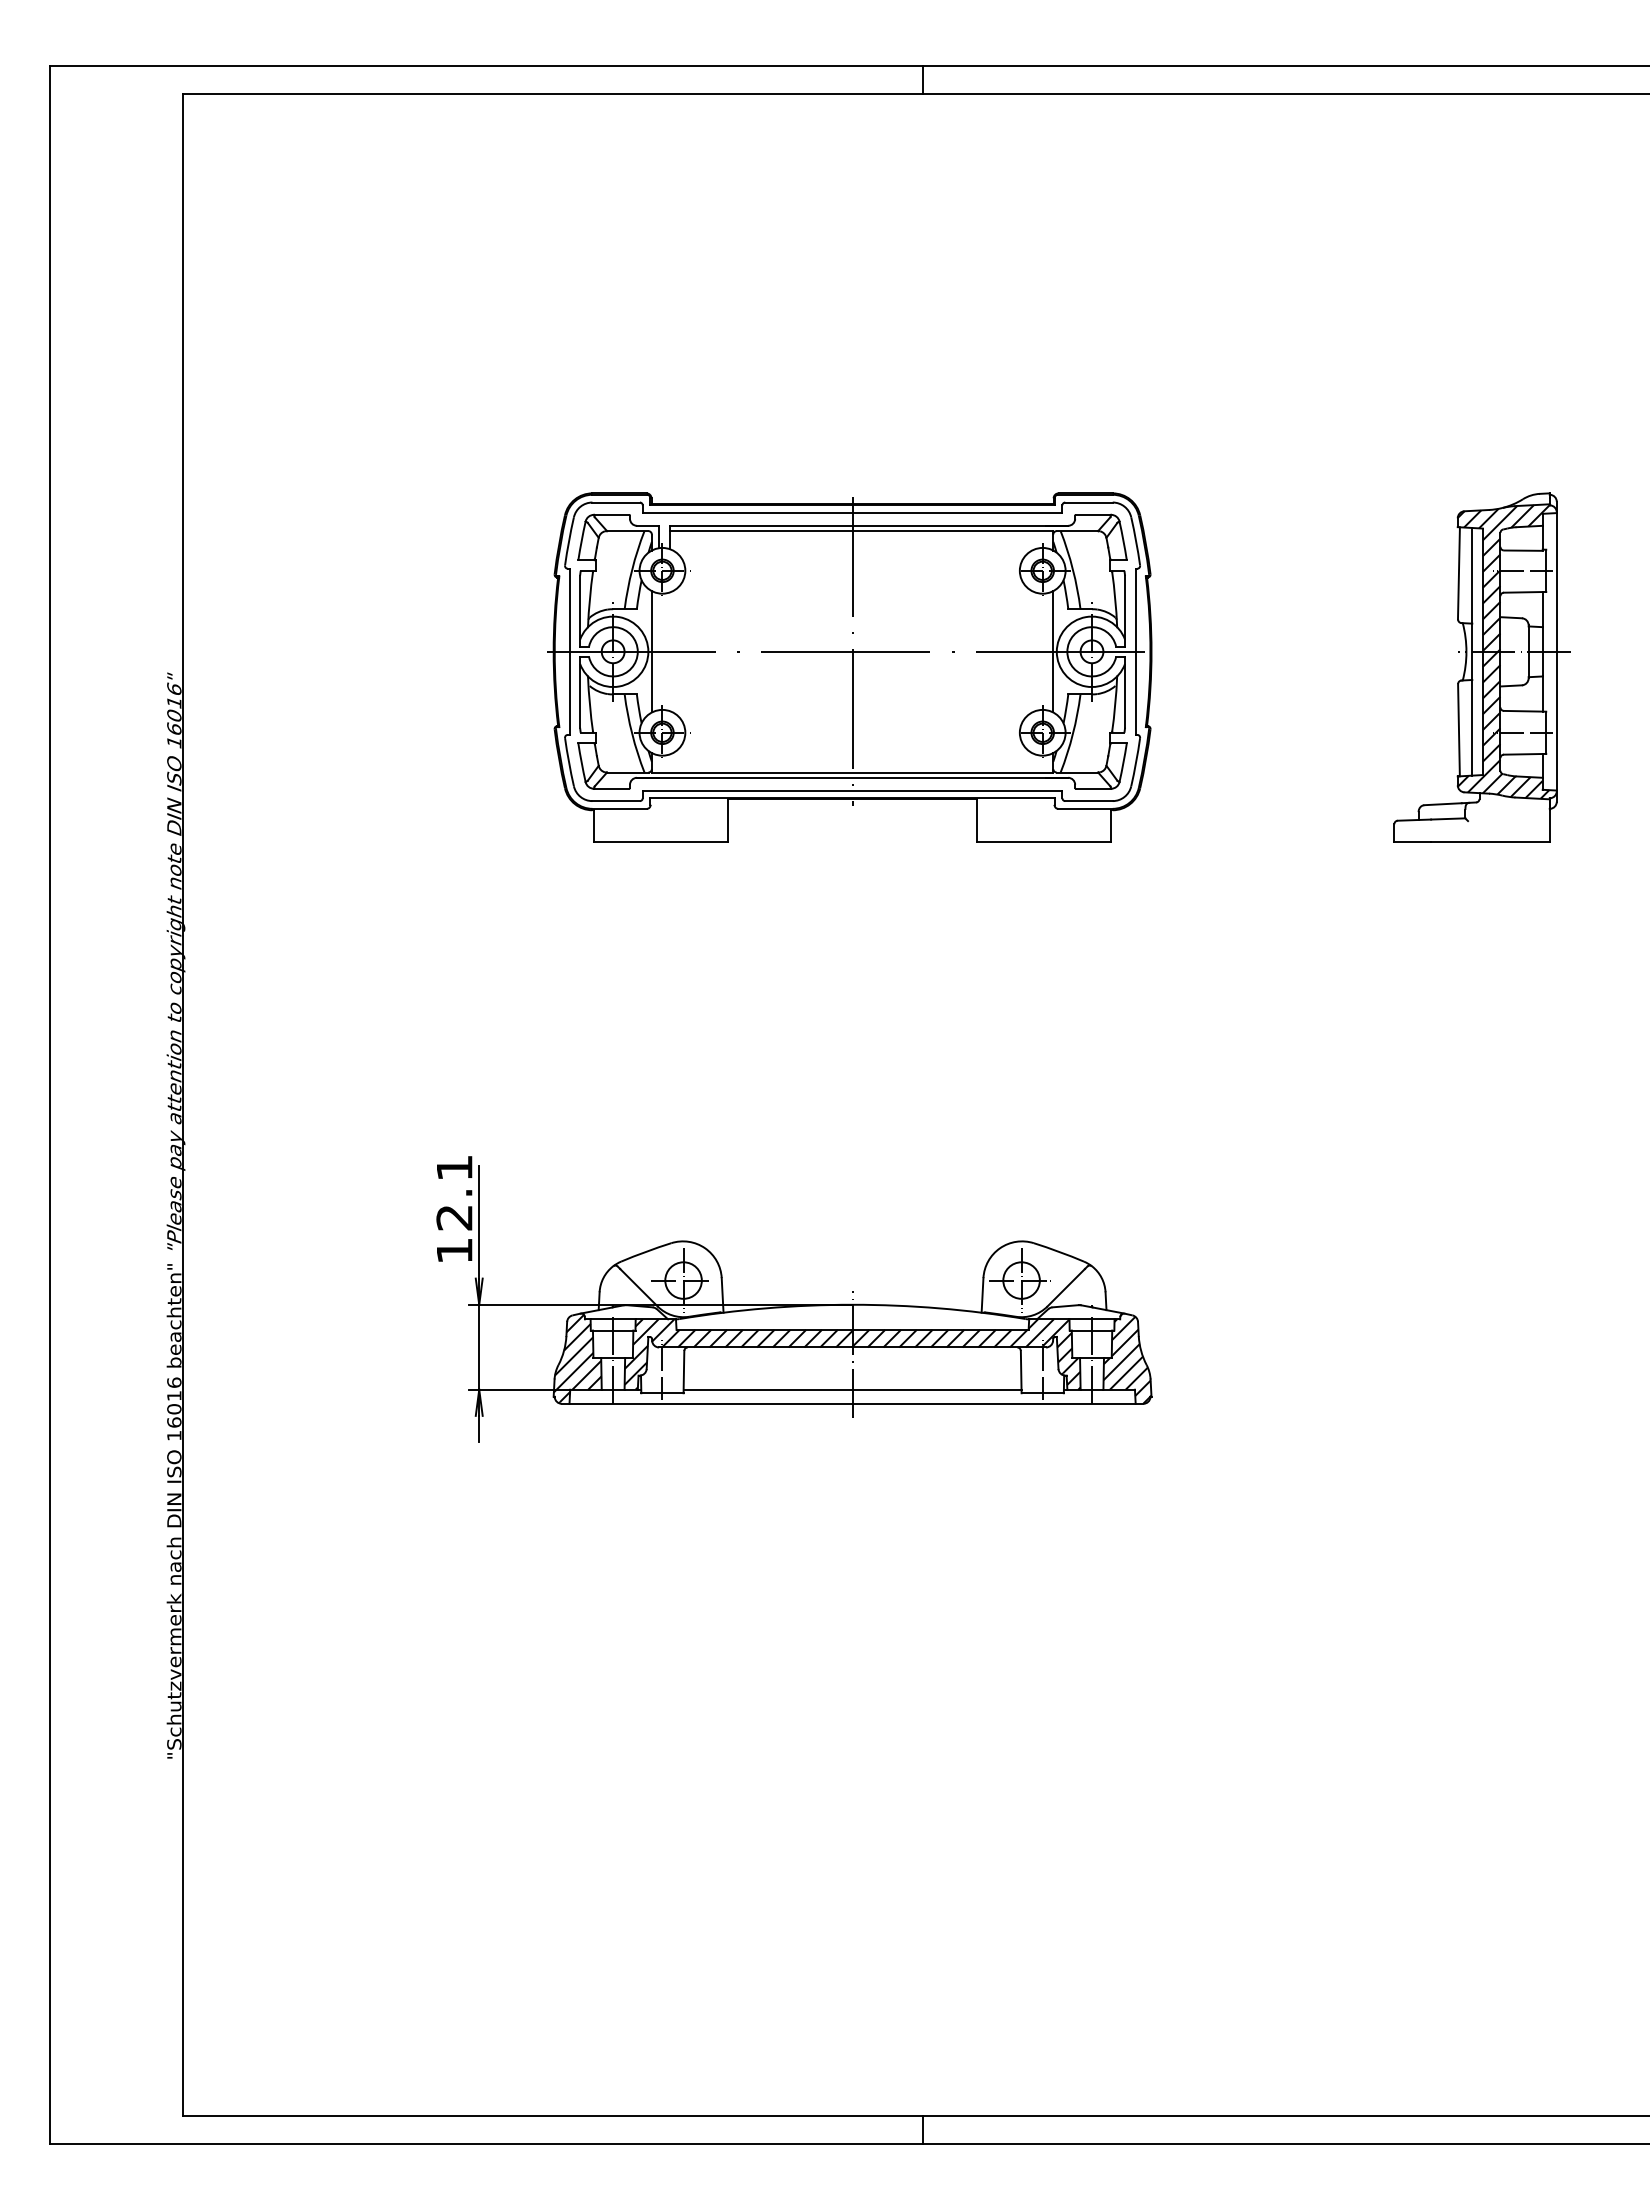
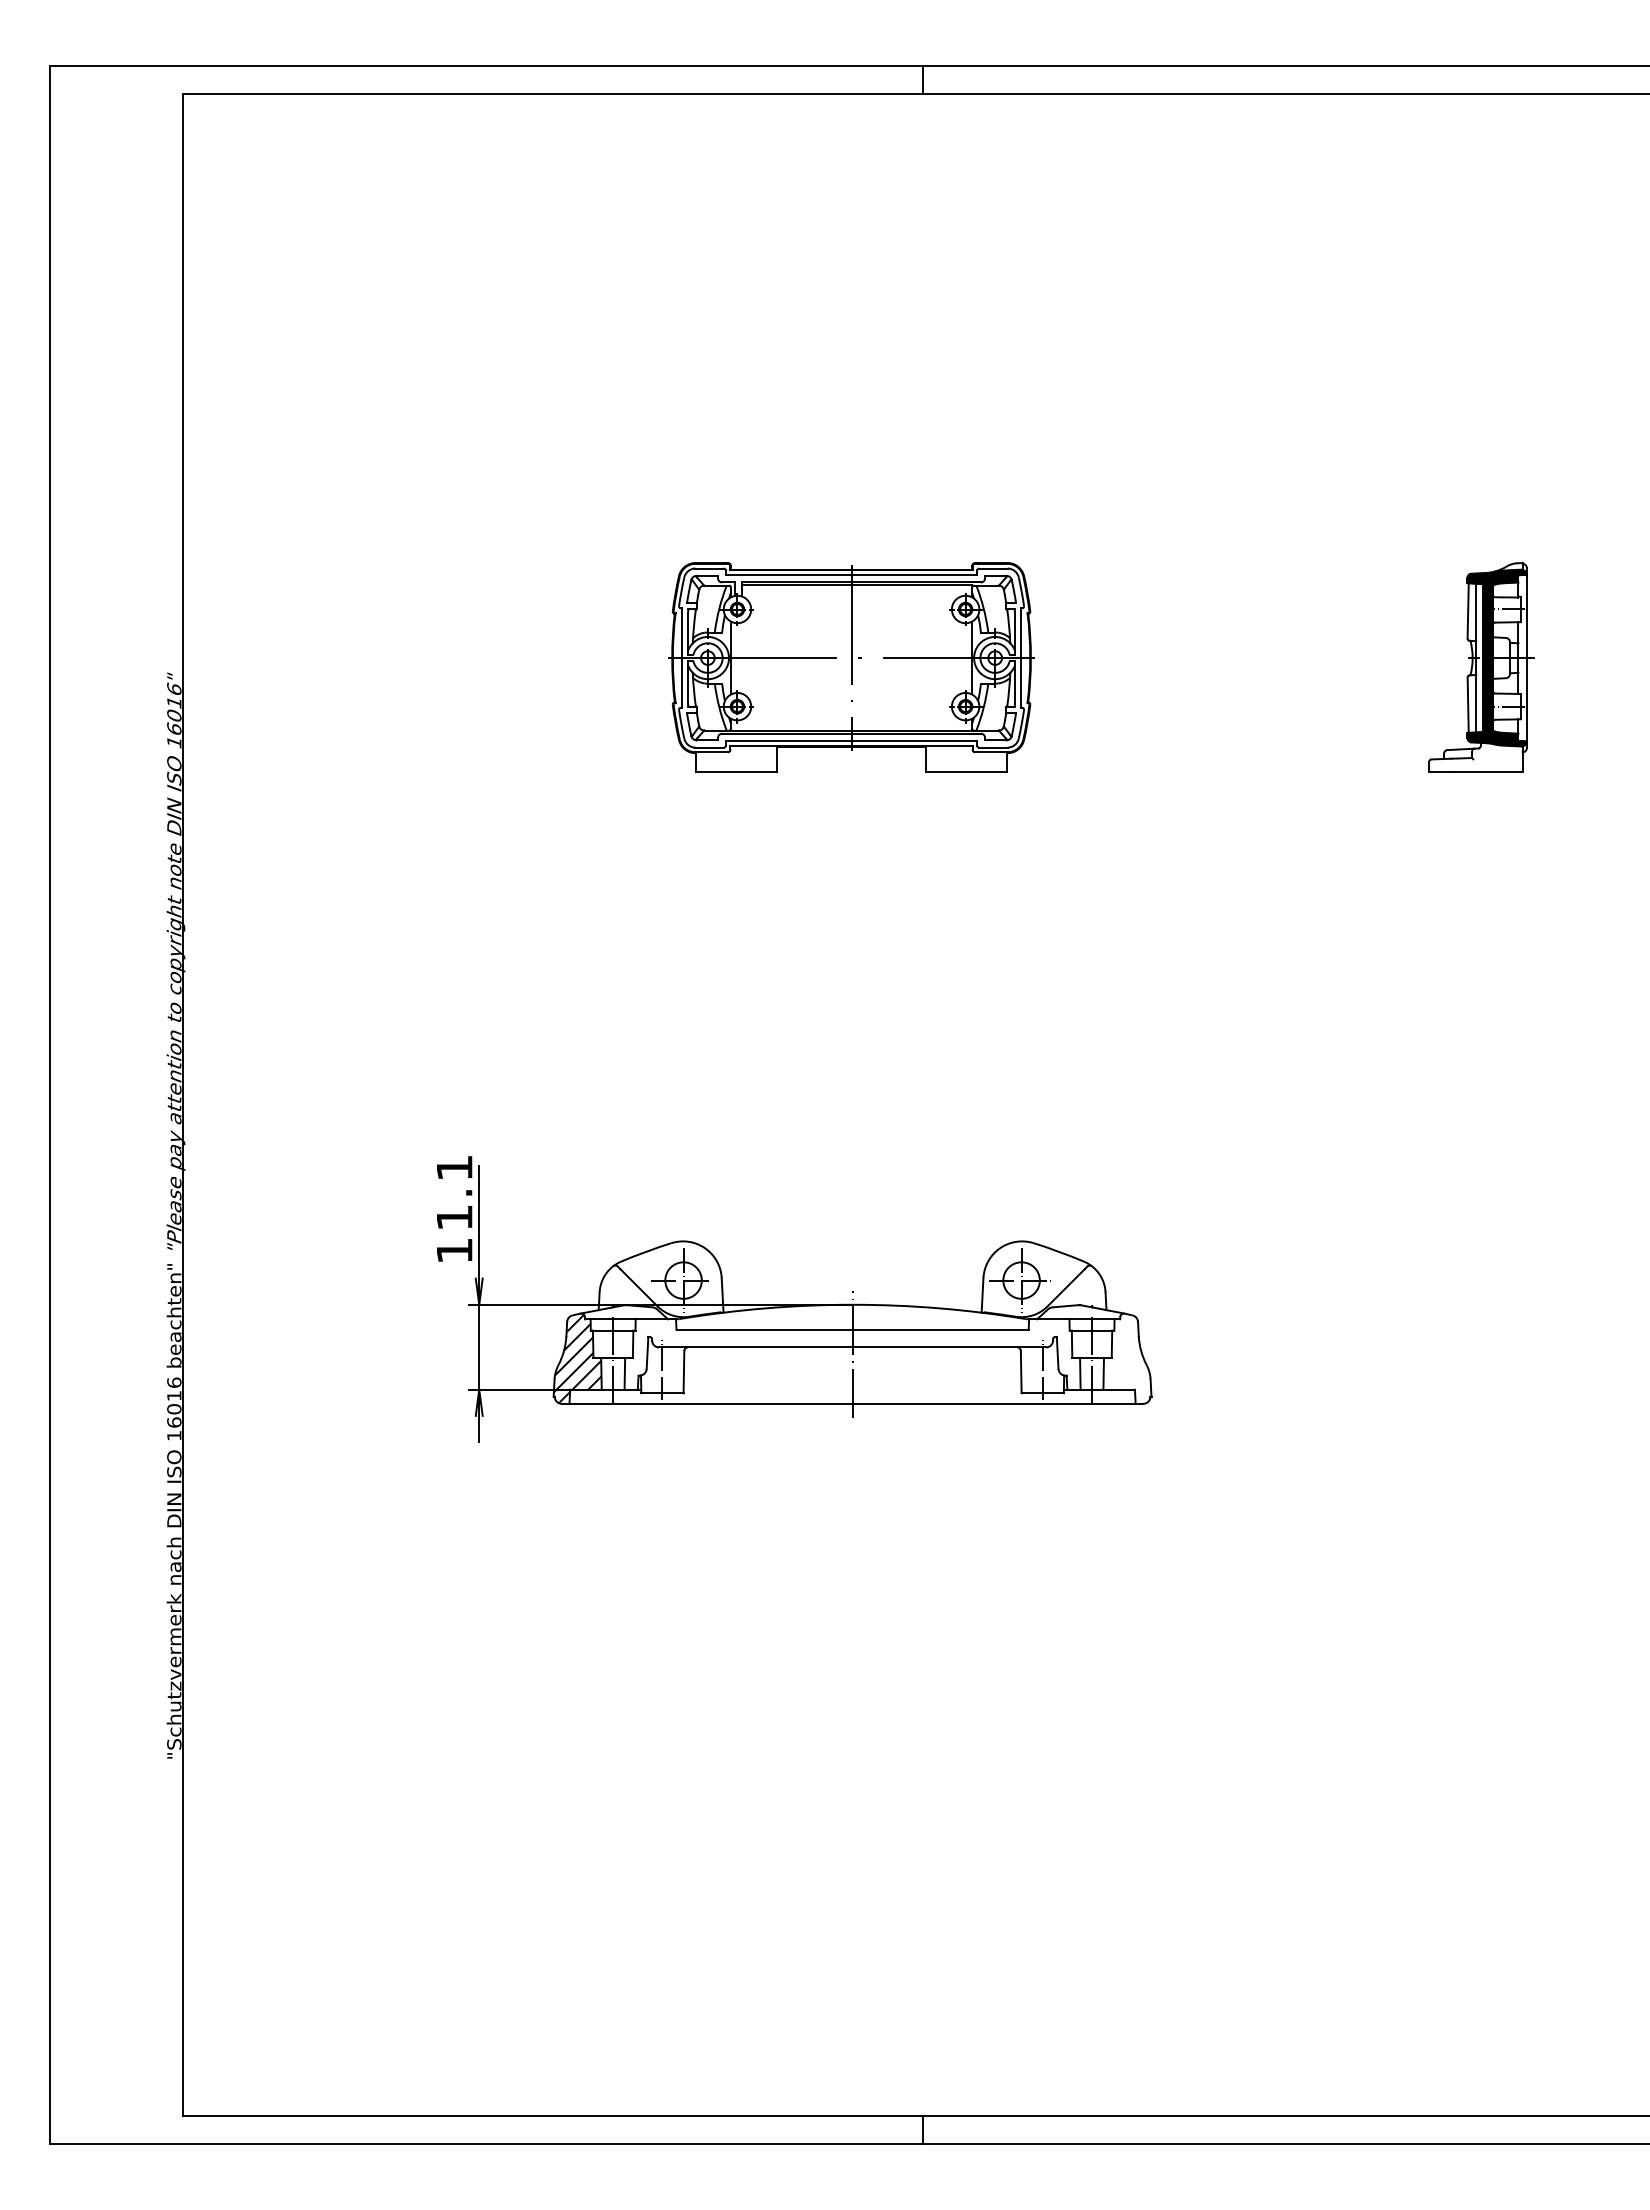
part at (849, 667) size: 606x351 px -> 367x211 px
part at (1481, 667) size: 178x351 px -> 107x211 px
text at (454, 1218): 12.1 -> 11.1
hatch at (852, 1354): present -> none
hatch at (1127, 1358): present -> none
line at (852, 1389): present -> none
